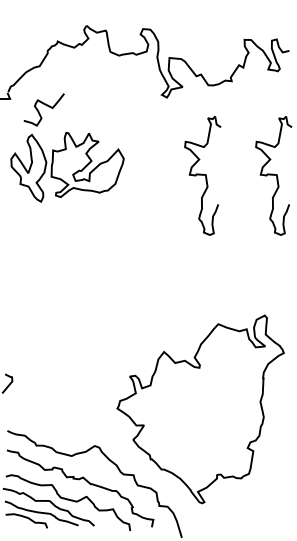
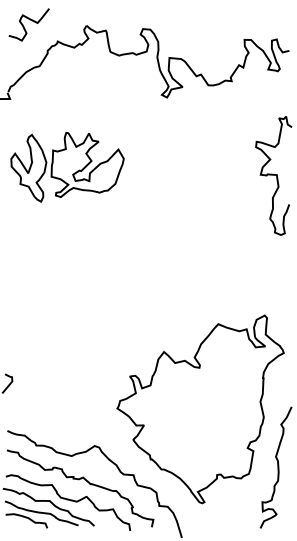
curve at (45, 105) position: (45, 105) -> (30, 20)
curve at (202, 175): present -> none
curve at (277, 467): none -> present
